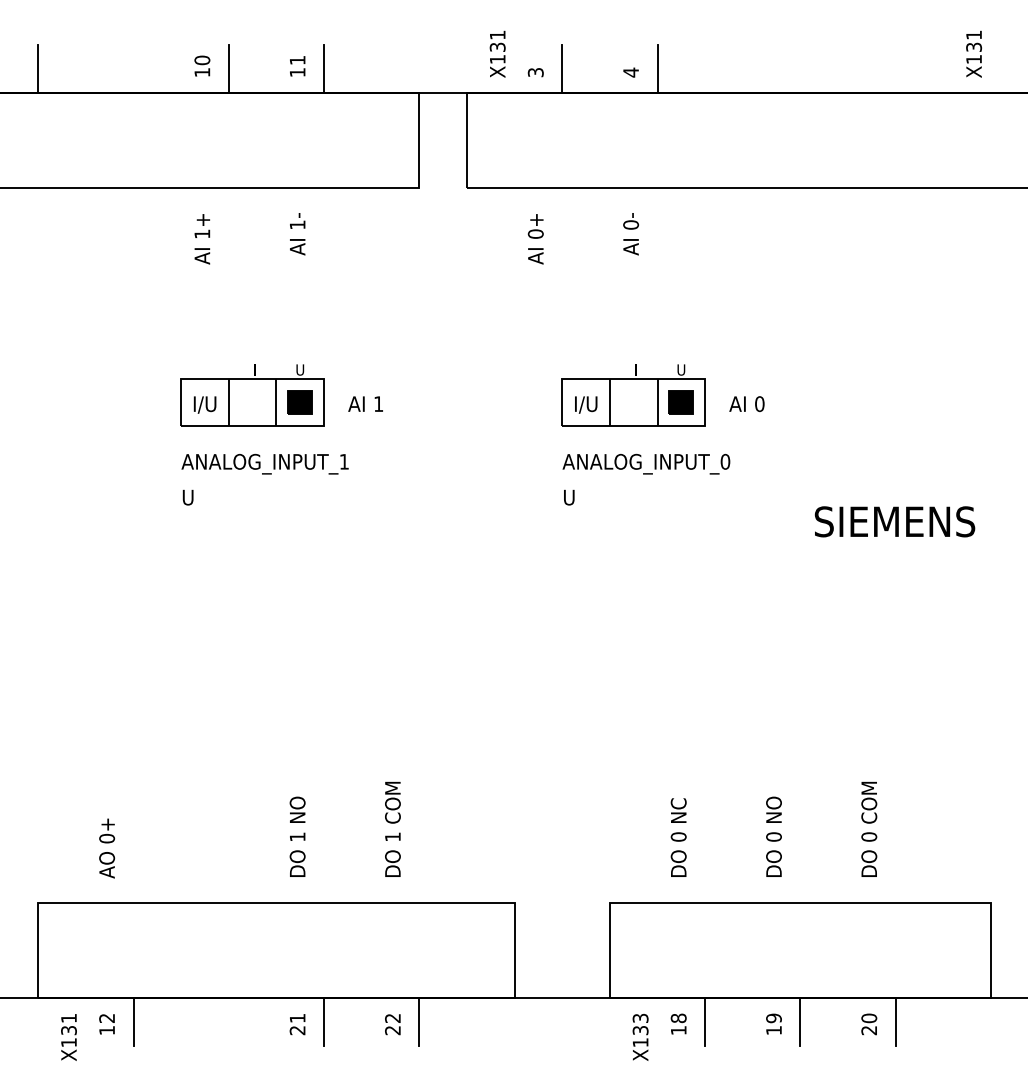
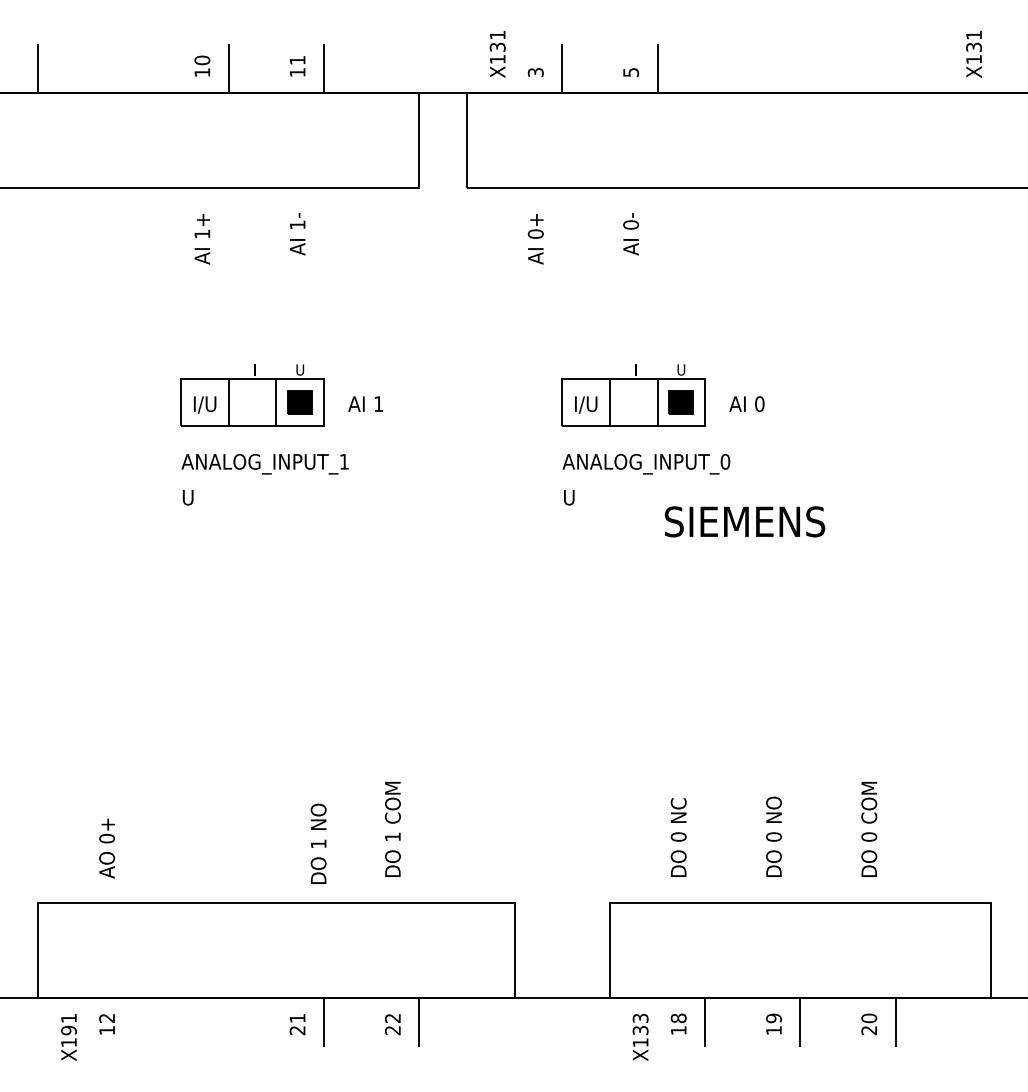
text at (631, 72): 4 -> 5
text at (894, 521) position: (894, 521) -> (744, 521)
text at (297, 836) position: (297, 836) -> (318, 843)
line at (133, 1021): present -> none
text at (68, 1030): X131 -> X191
